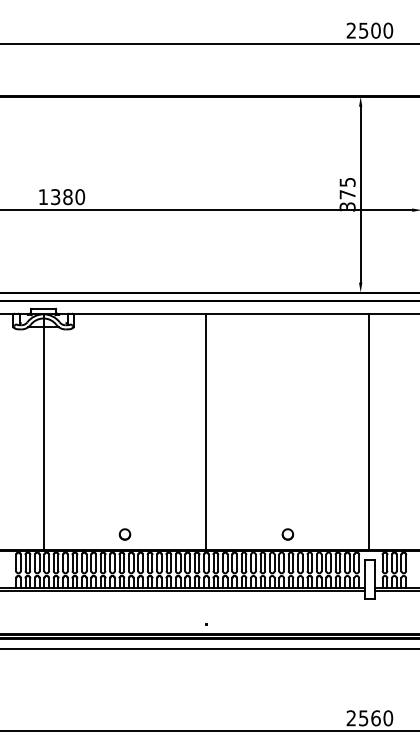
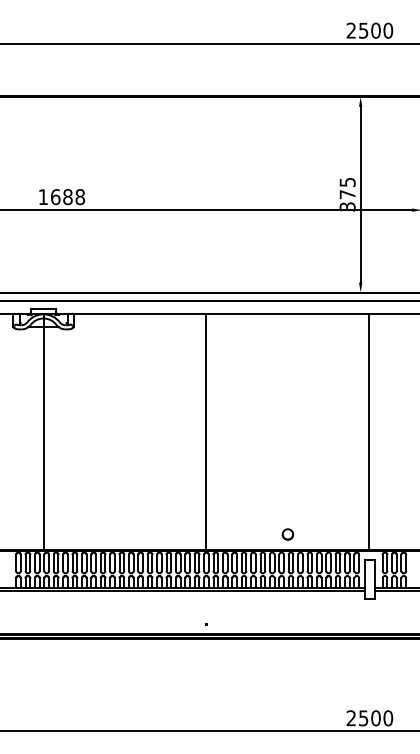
text at (68, 197): 1380 -> 1688
part at (124, 534): present -> none
line at (209, 649): present -> none
text at (375, 718): 2560 -> 2500
